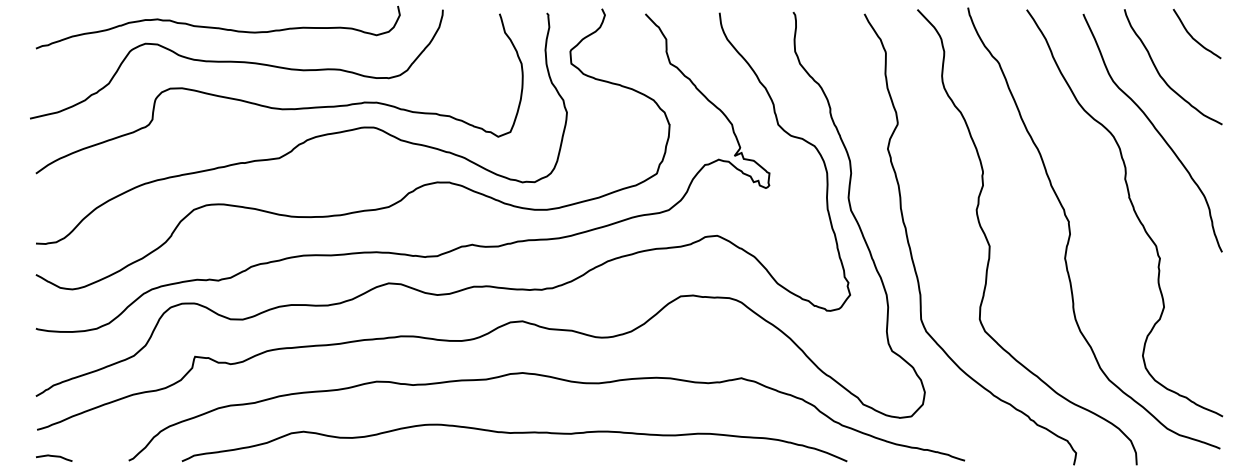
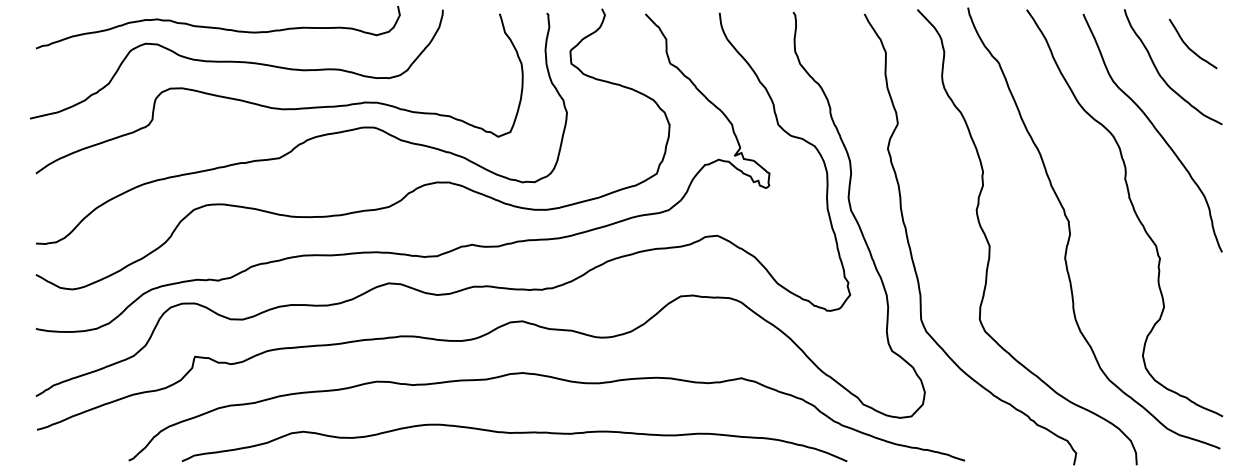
curve at (1193, 37) position: (1193, 37) -> (1189, 47)
curve at (54, 457): present -> none
